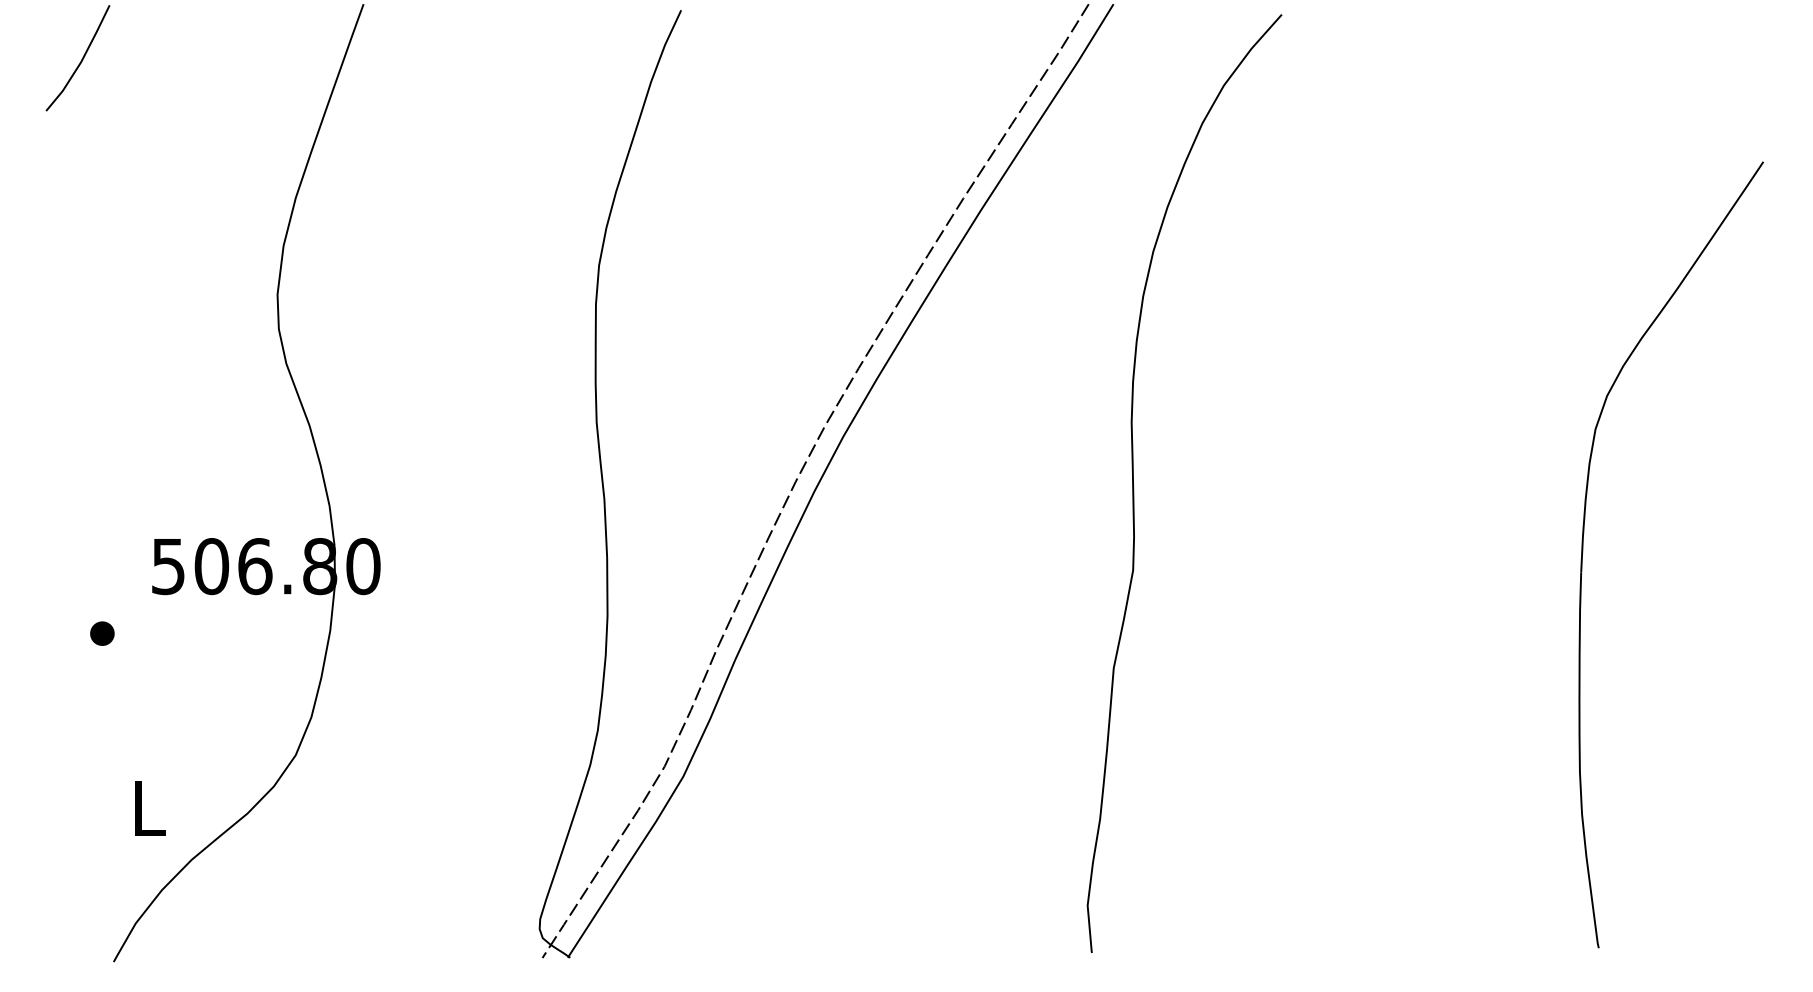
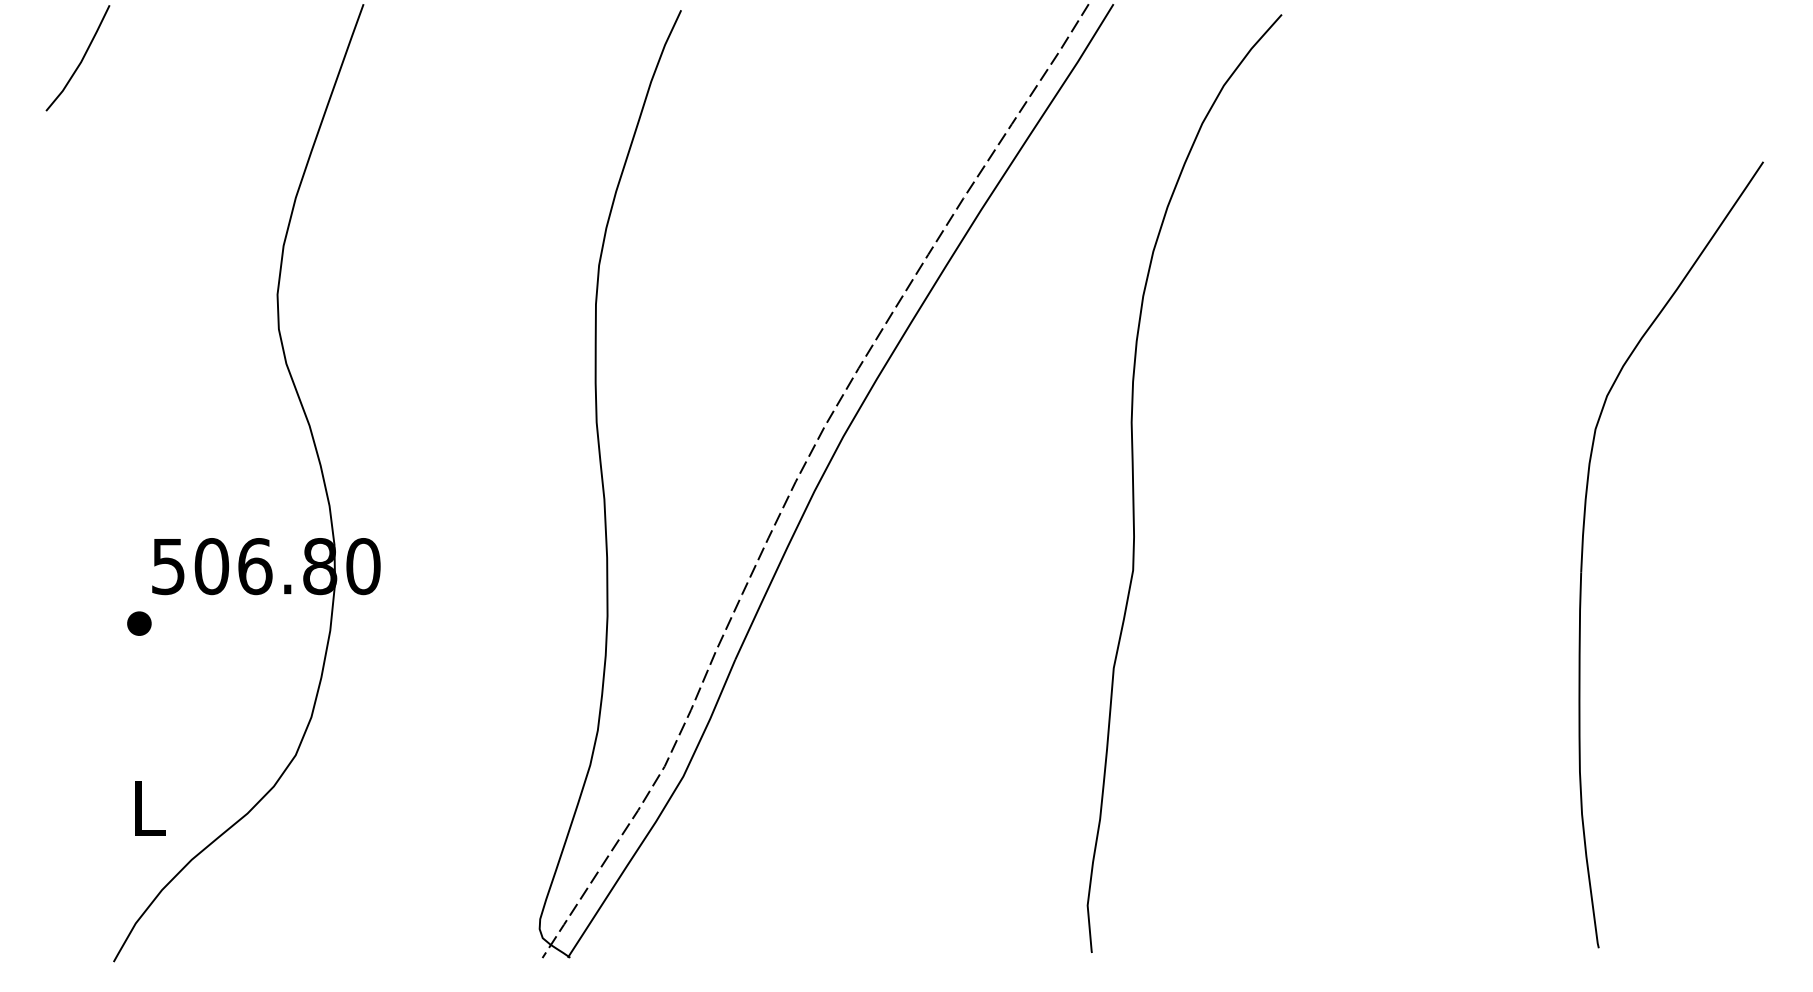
part at (102, 633) position: (102, 633) -> (139, 623)
